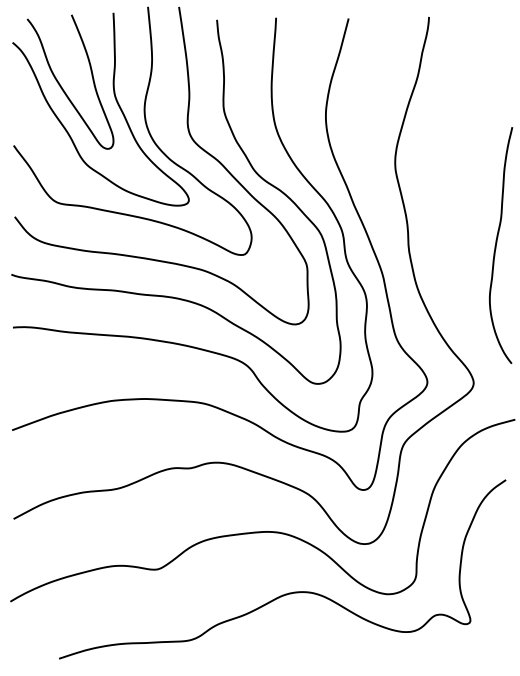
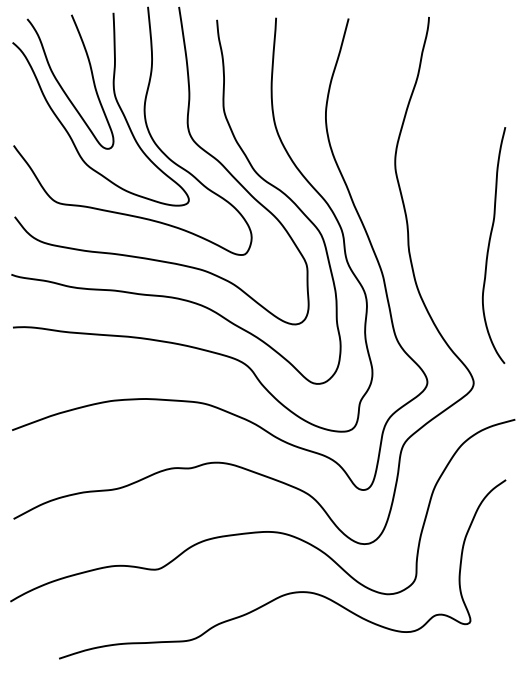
curve at (497, 243) position: (497, 243) -> (490, 243)
